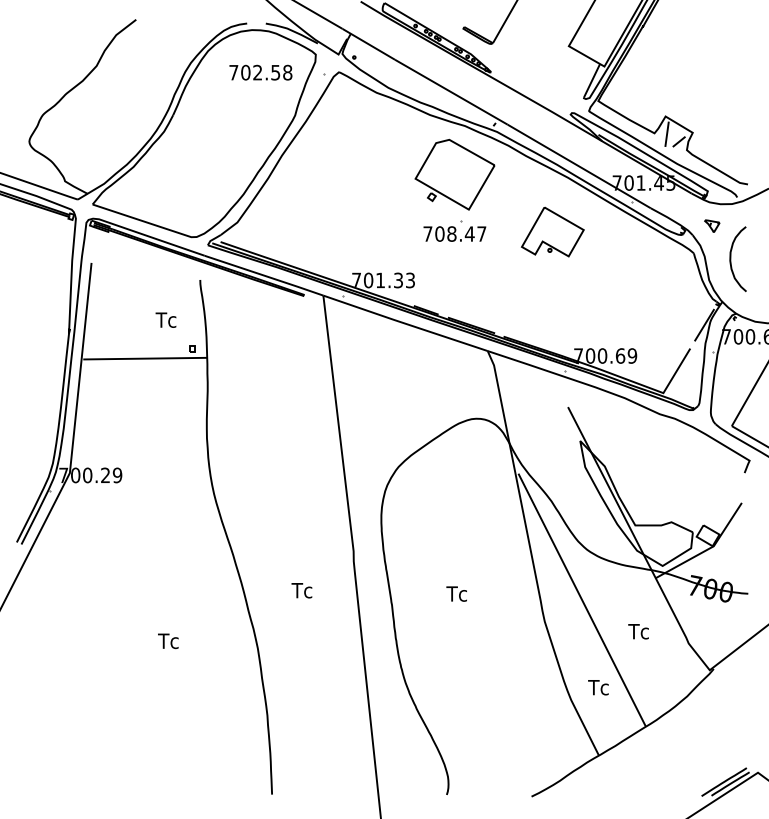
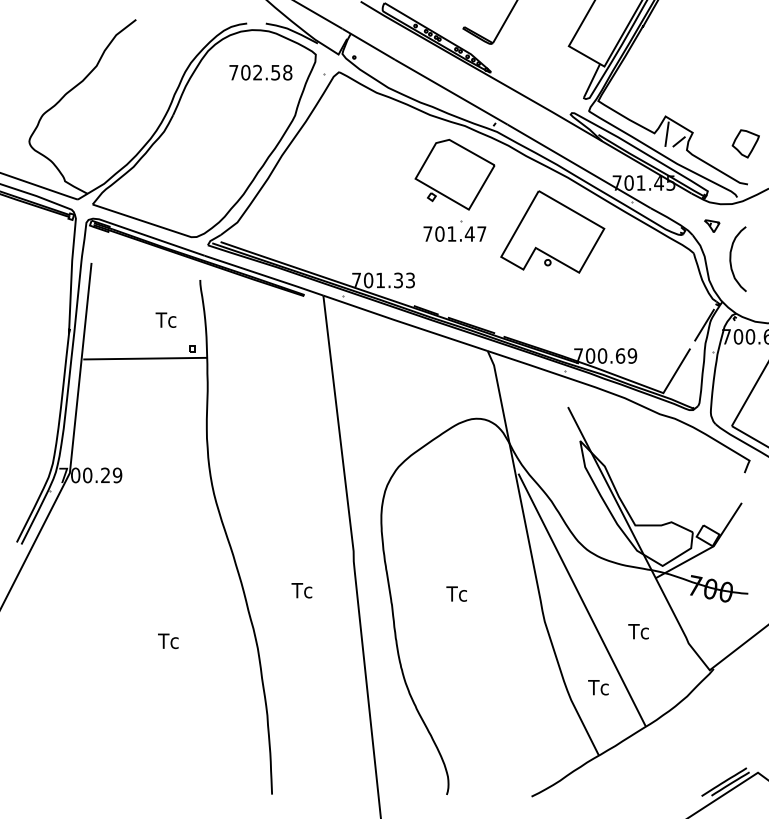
part at (745, 143): none -> present
part at (552, 231) size: 64x52 px -> 106x84 px
text at (451, 233): 708.47 -> 701.47
